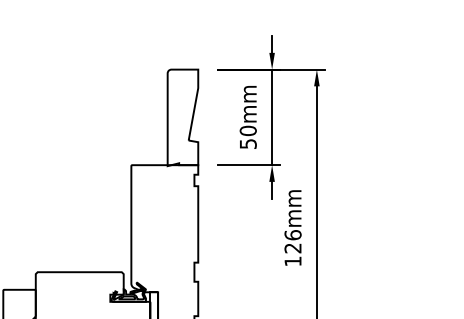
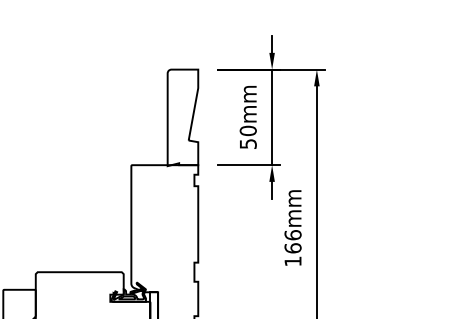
text at (292, 248): 126mm -> 166mm
